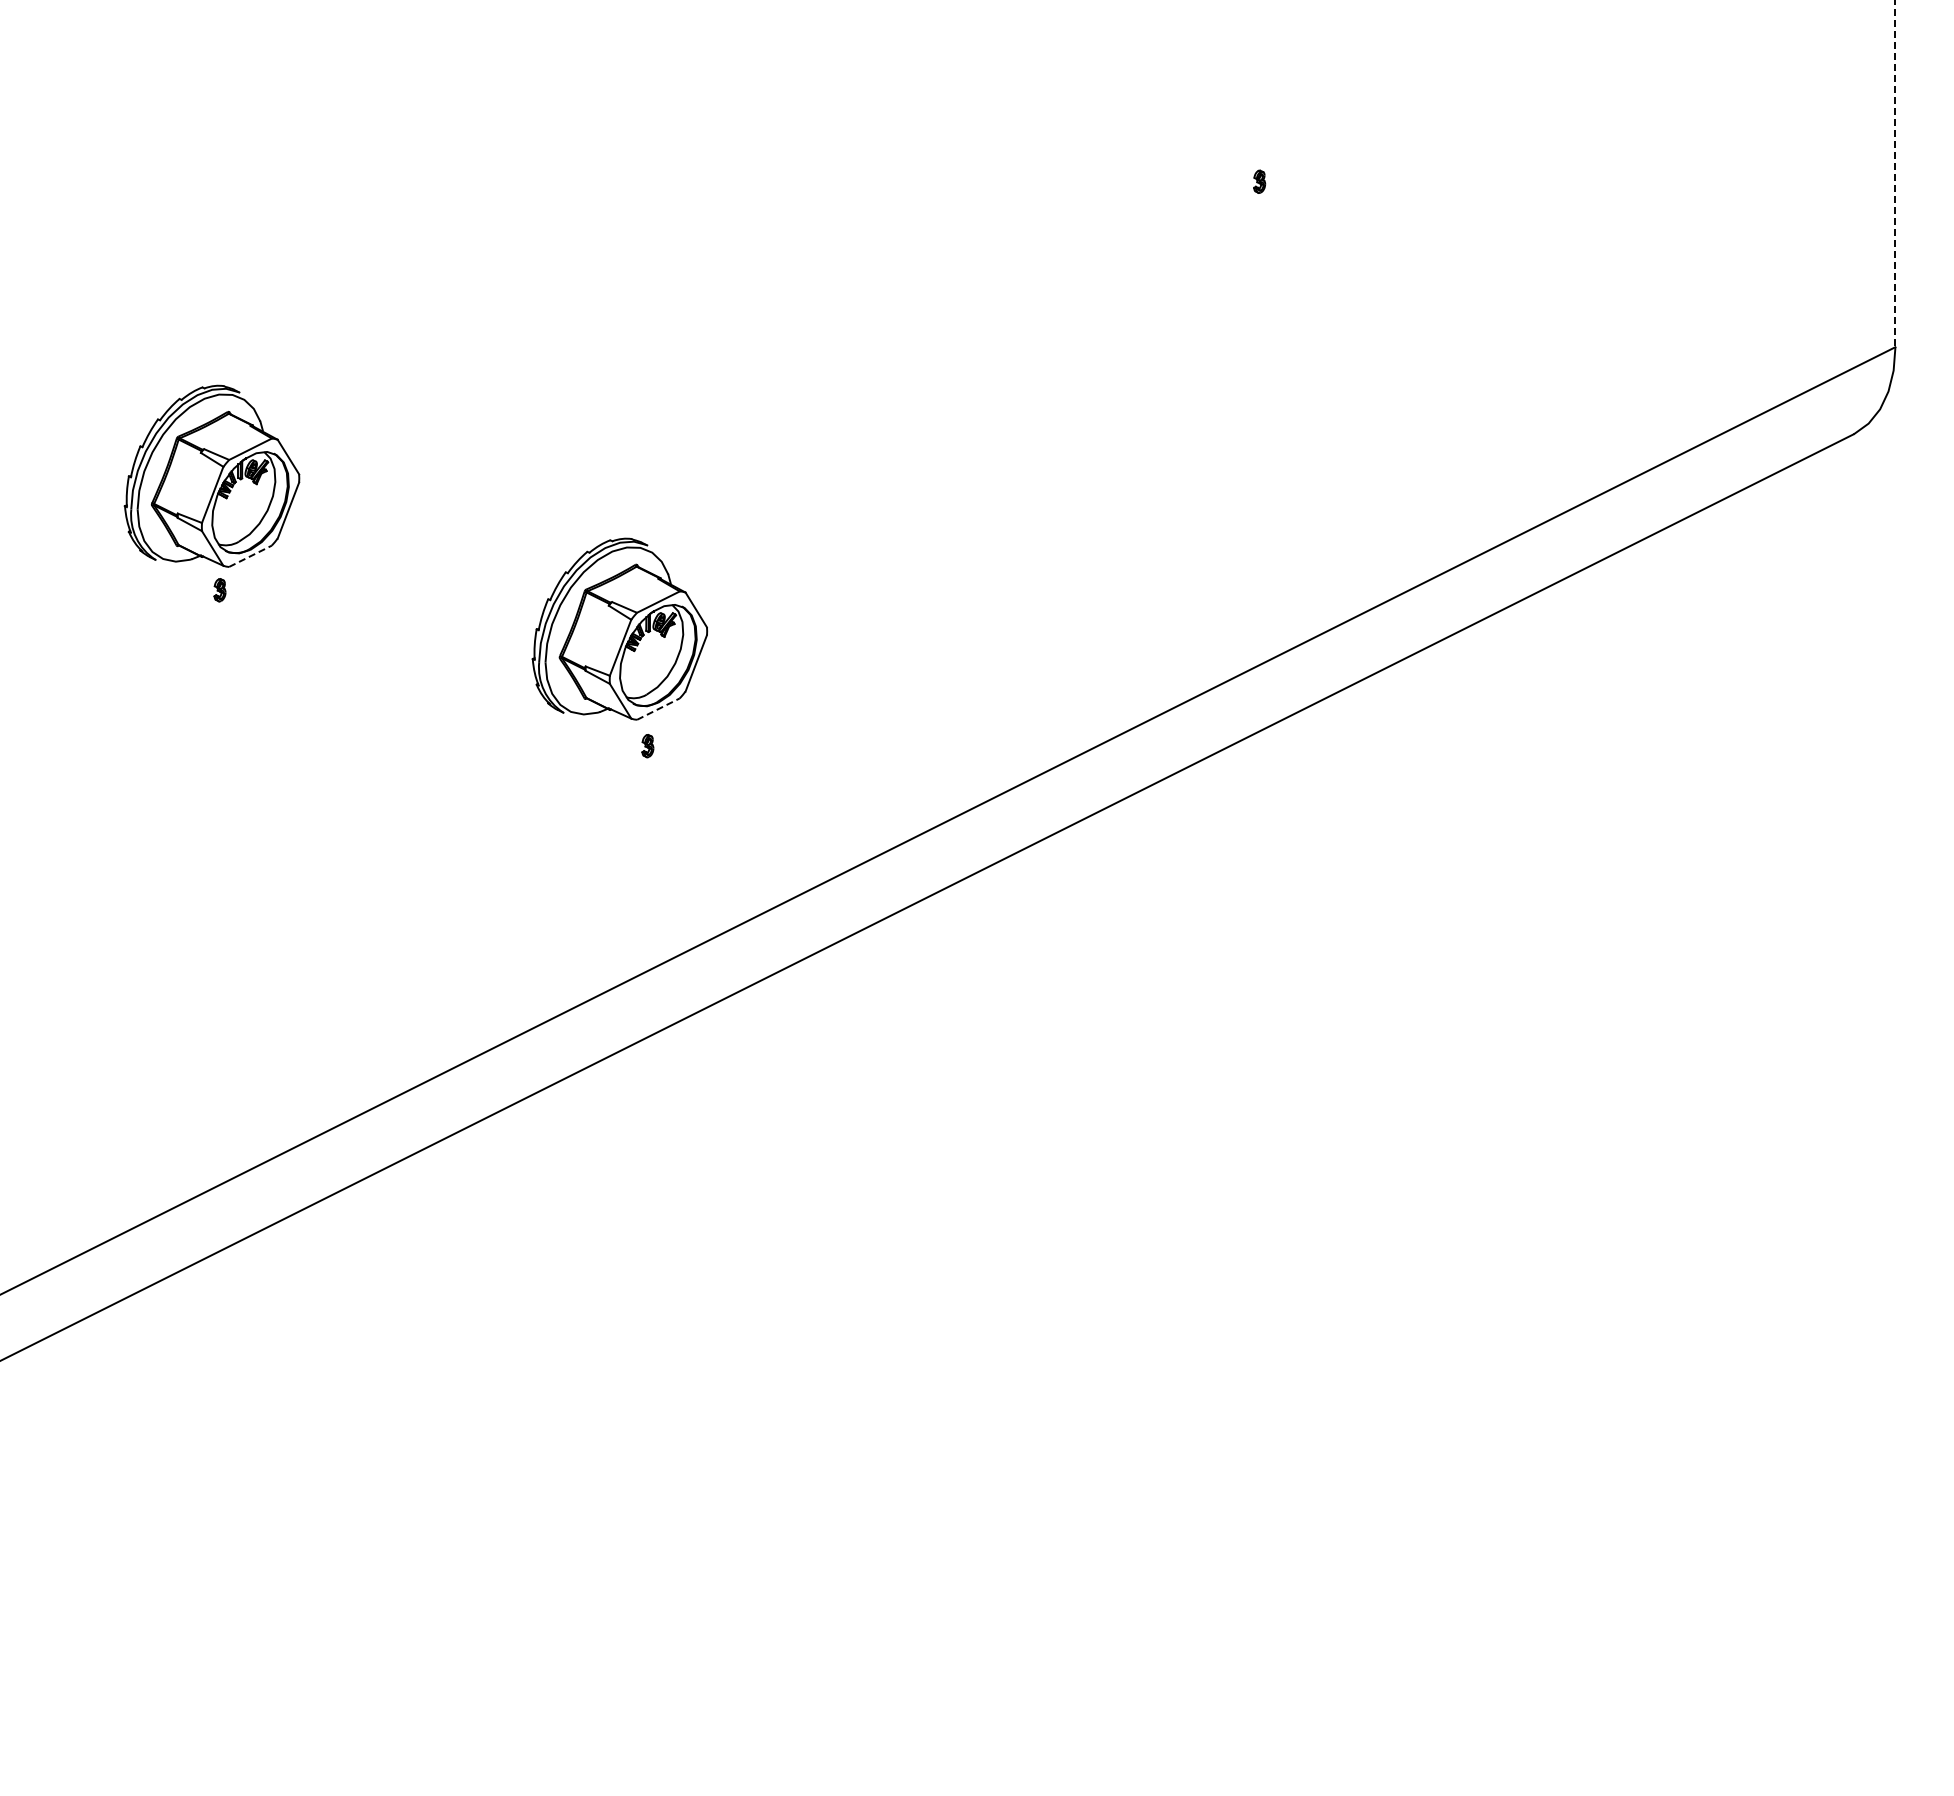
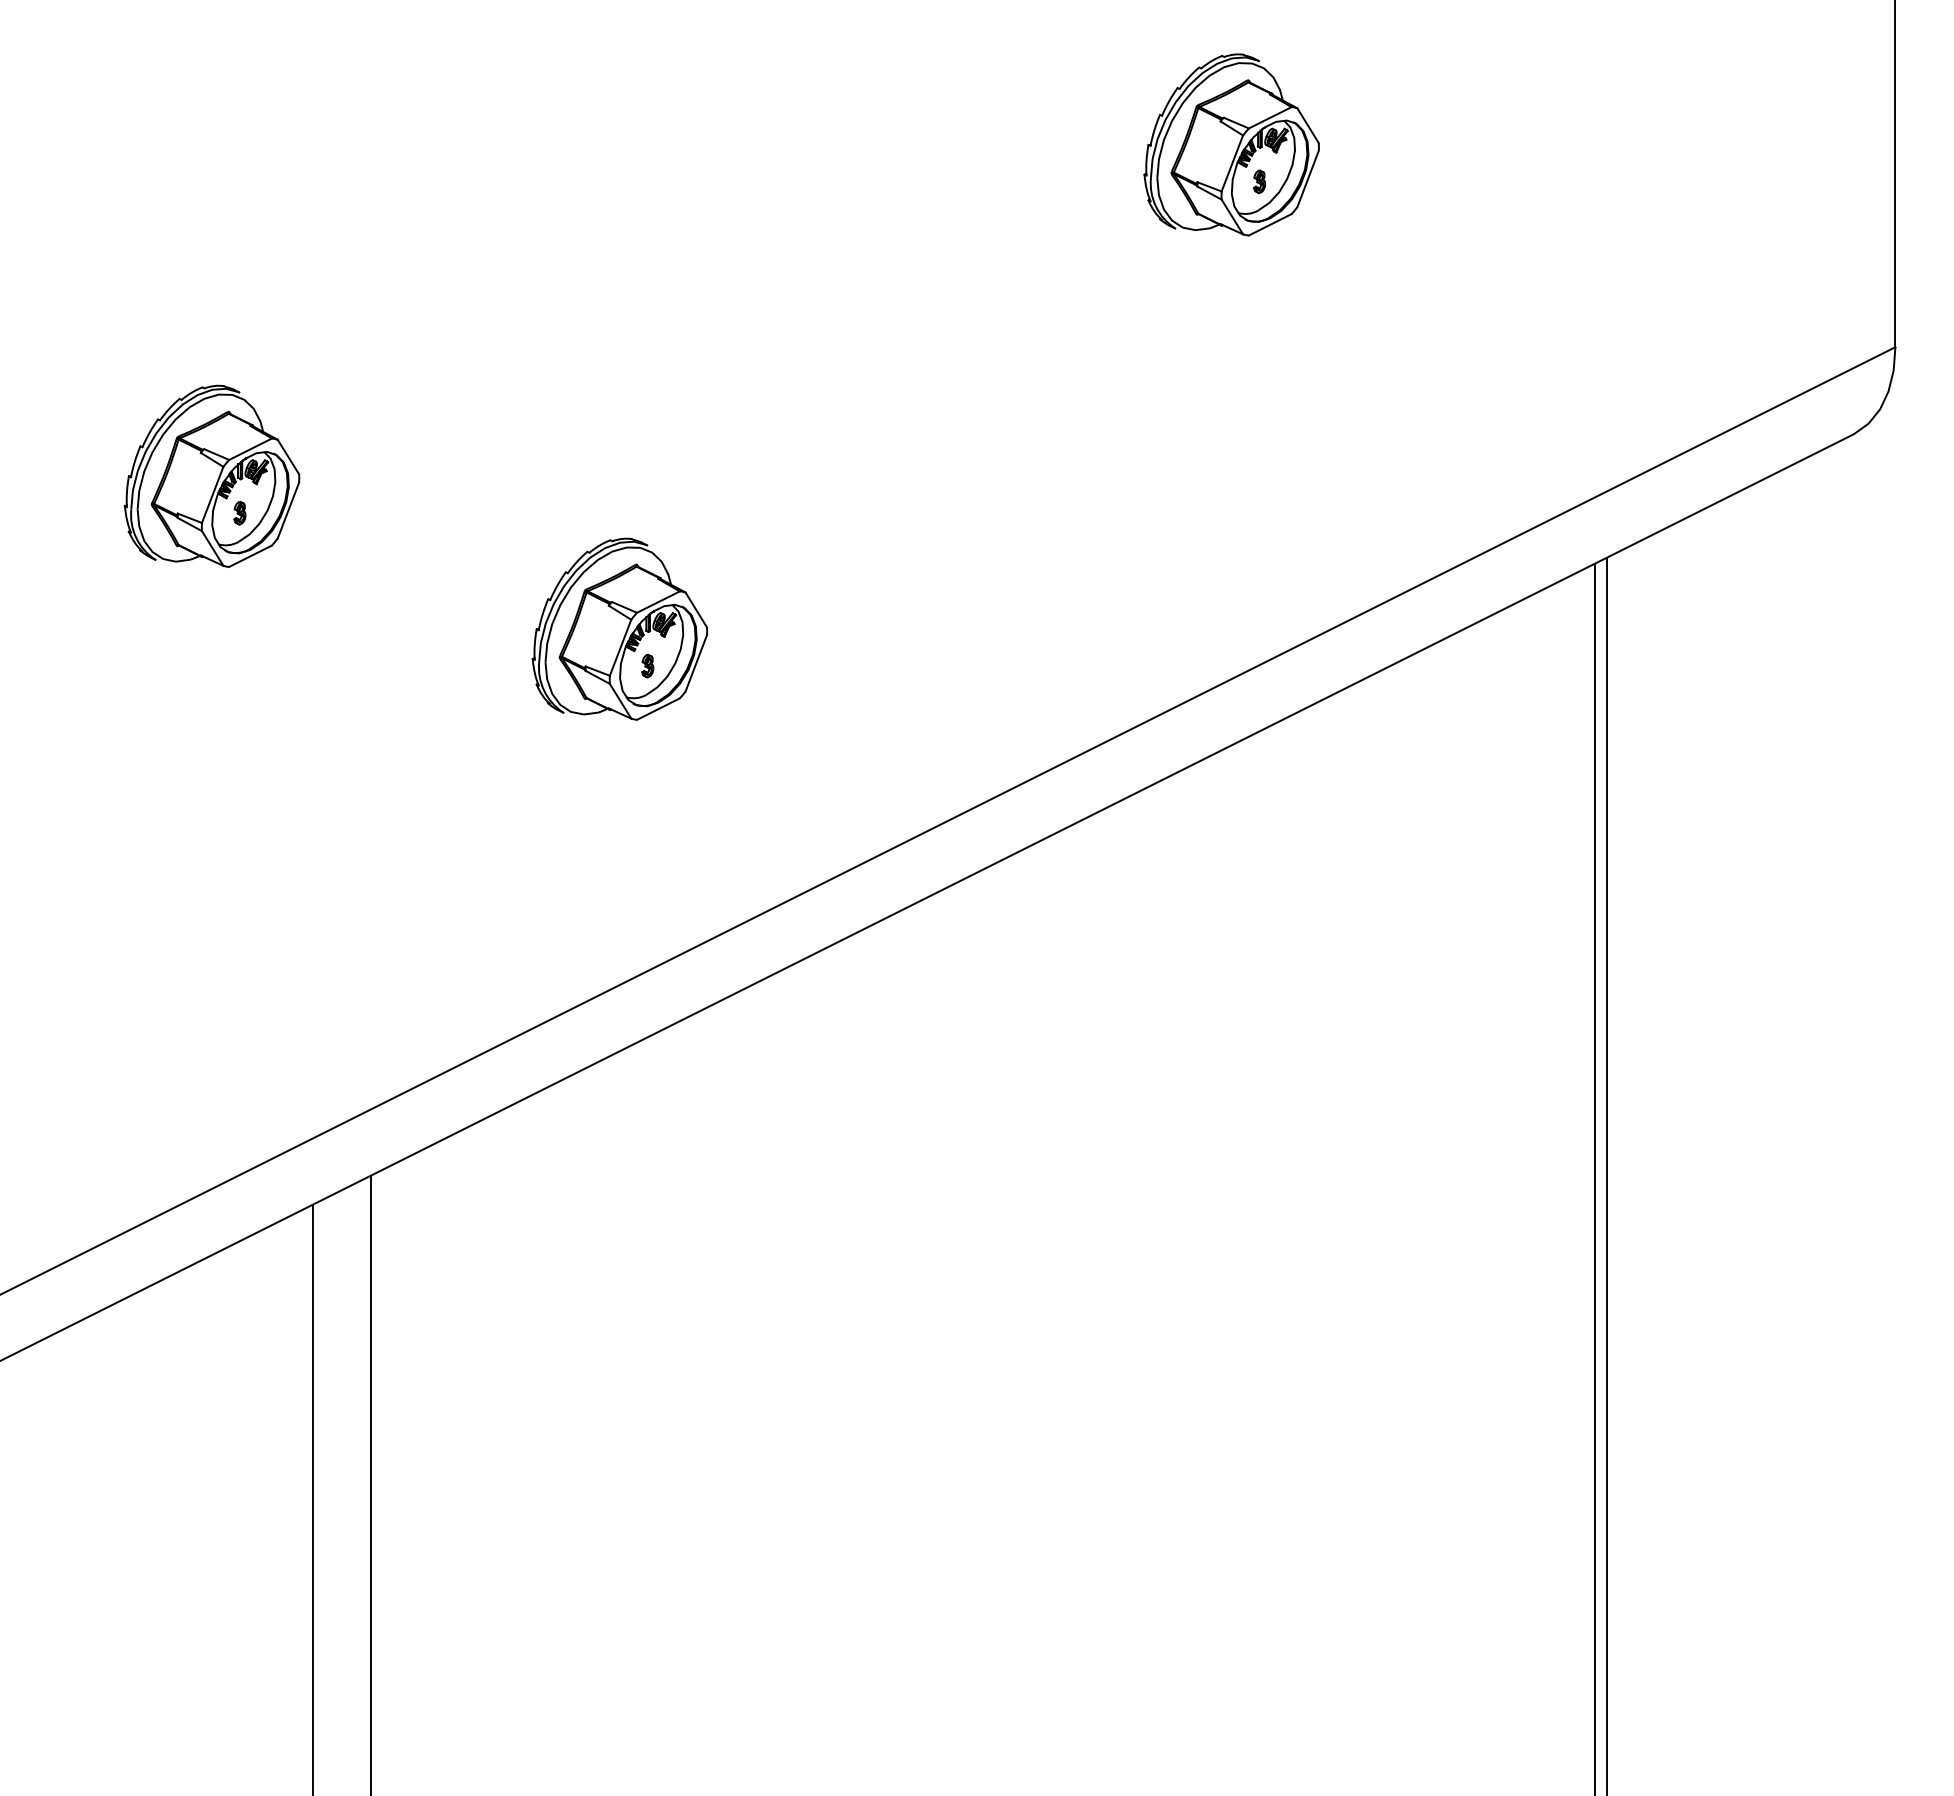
part at (1231, 144): none -> present
line at (1895, 174): dashed -> solid
line at (250, 556): dashed -> solid
part at (219, 590) position: (219, 590) -> (239, 513)
line at (658, 709): dashed -> solid
part at (647, 746) position: (647, 746) -> (647, 666)
line at (1606, 1174): none -> present
line at (1594, 1177): none -> present
line at (370, 1483): none -> present
line at (312, 1498): none -> present
